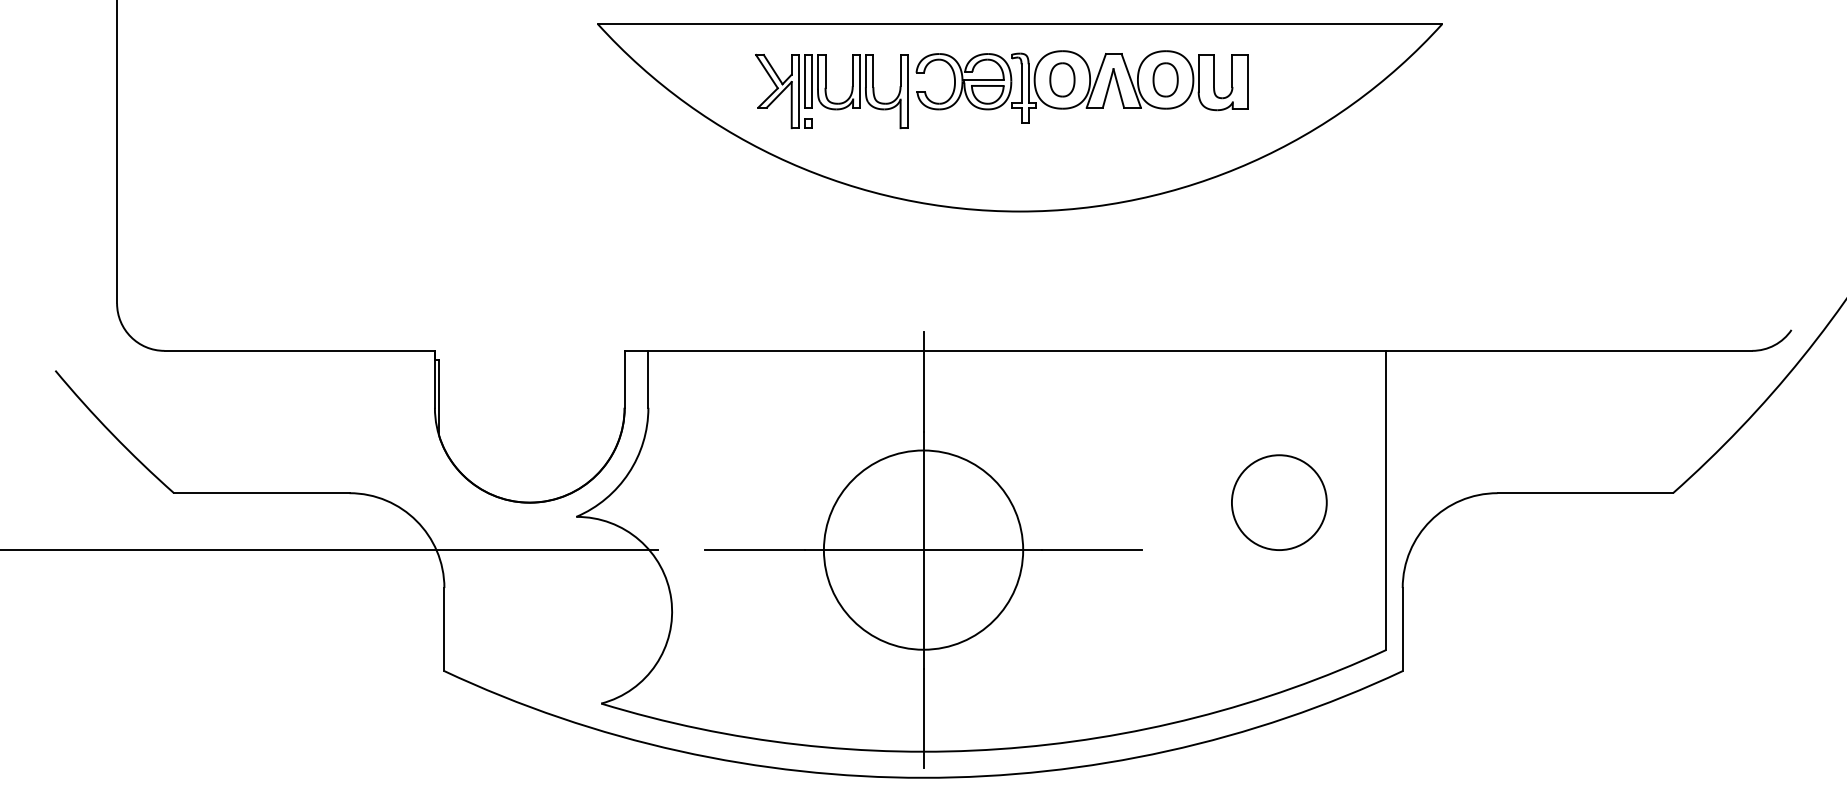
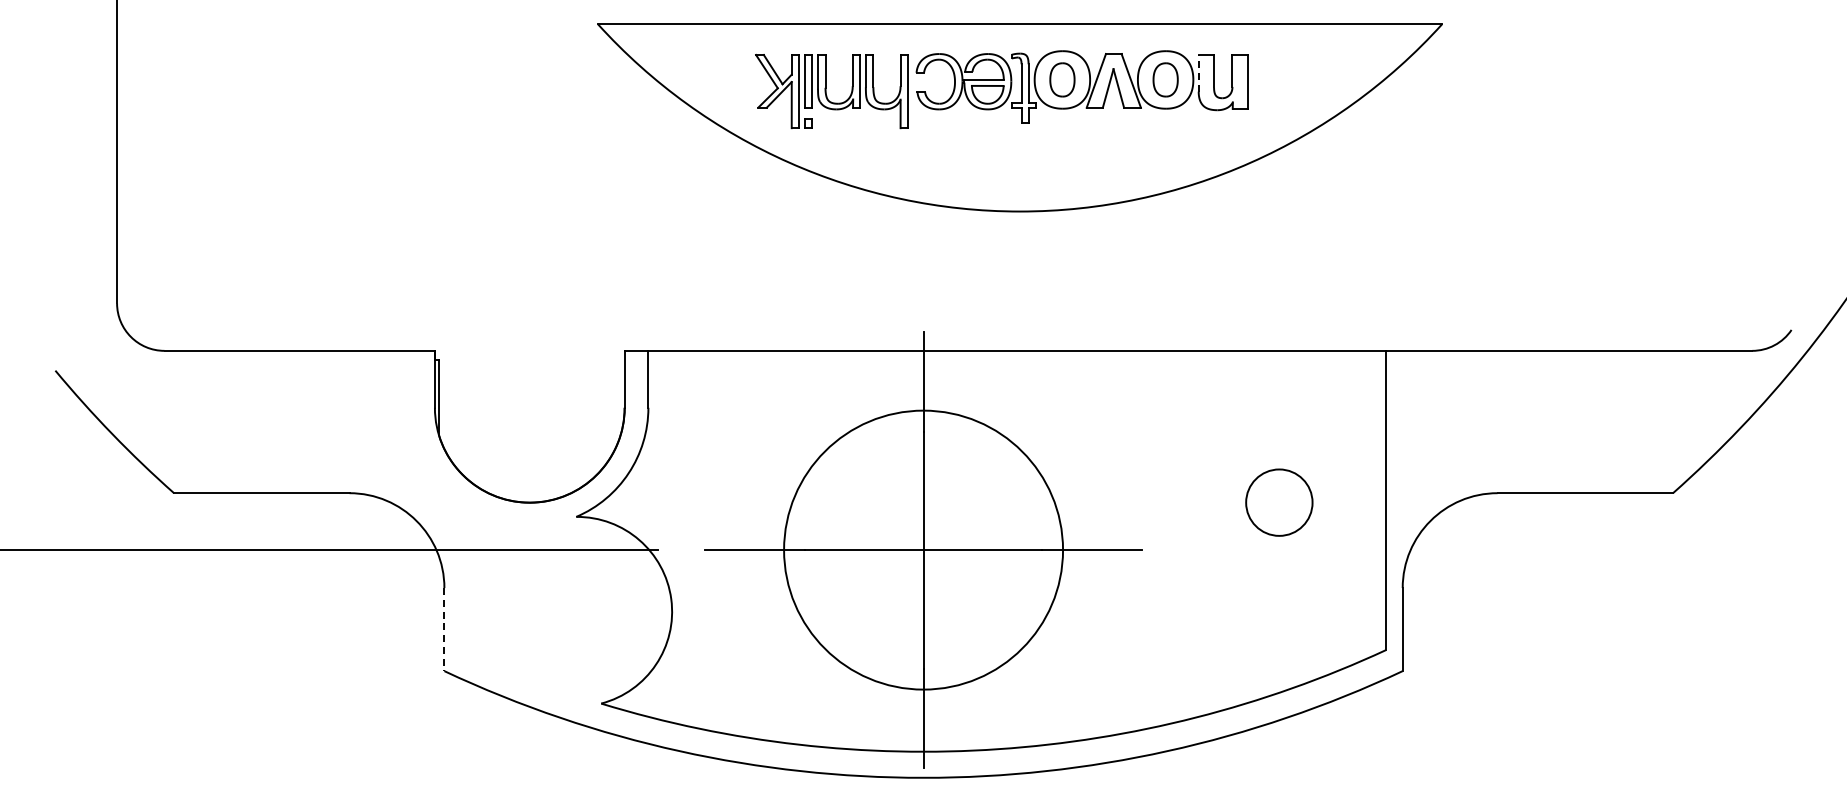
line at (1198, 72): solid -> dashed
circle at (1278, 502) diameter: 95 px -> 66 px
circle at (923, 549) diameter: 199 px -> 279 px
line at (444, 629): solid -> dashed
